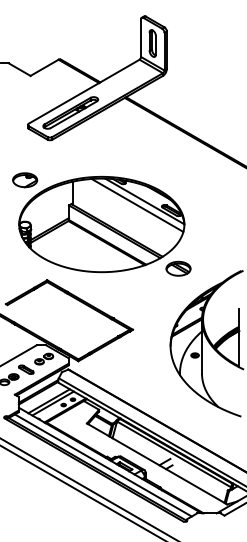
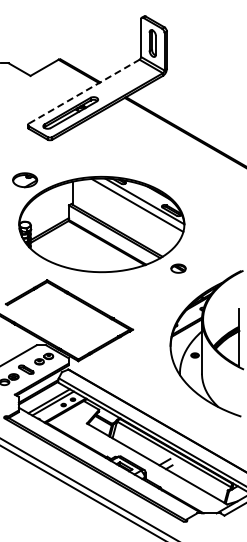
line at (84, 91): solid -> dashed
part at (178, 268) size: 27x17 px -> 17x11 px
line at (102, 465): present -> none
